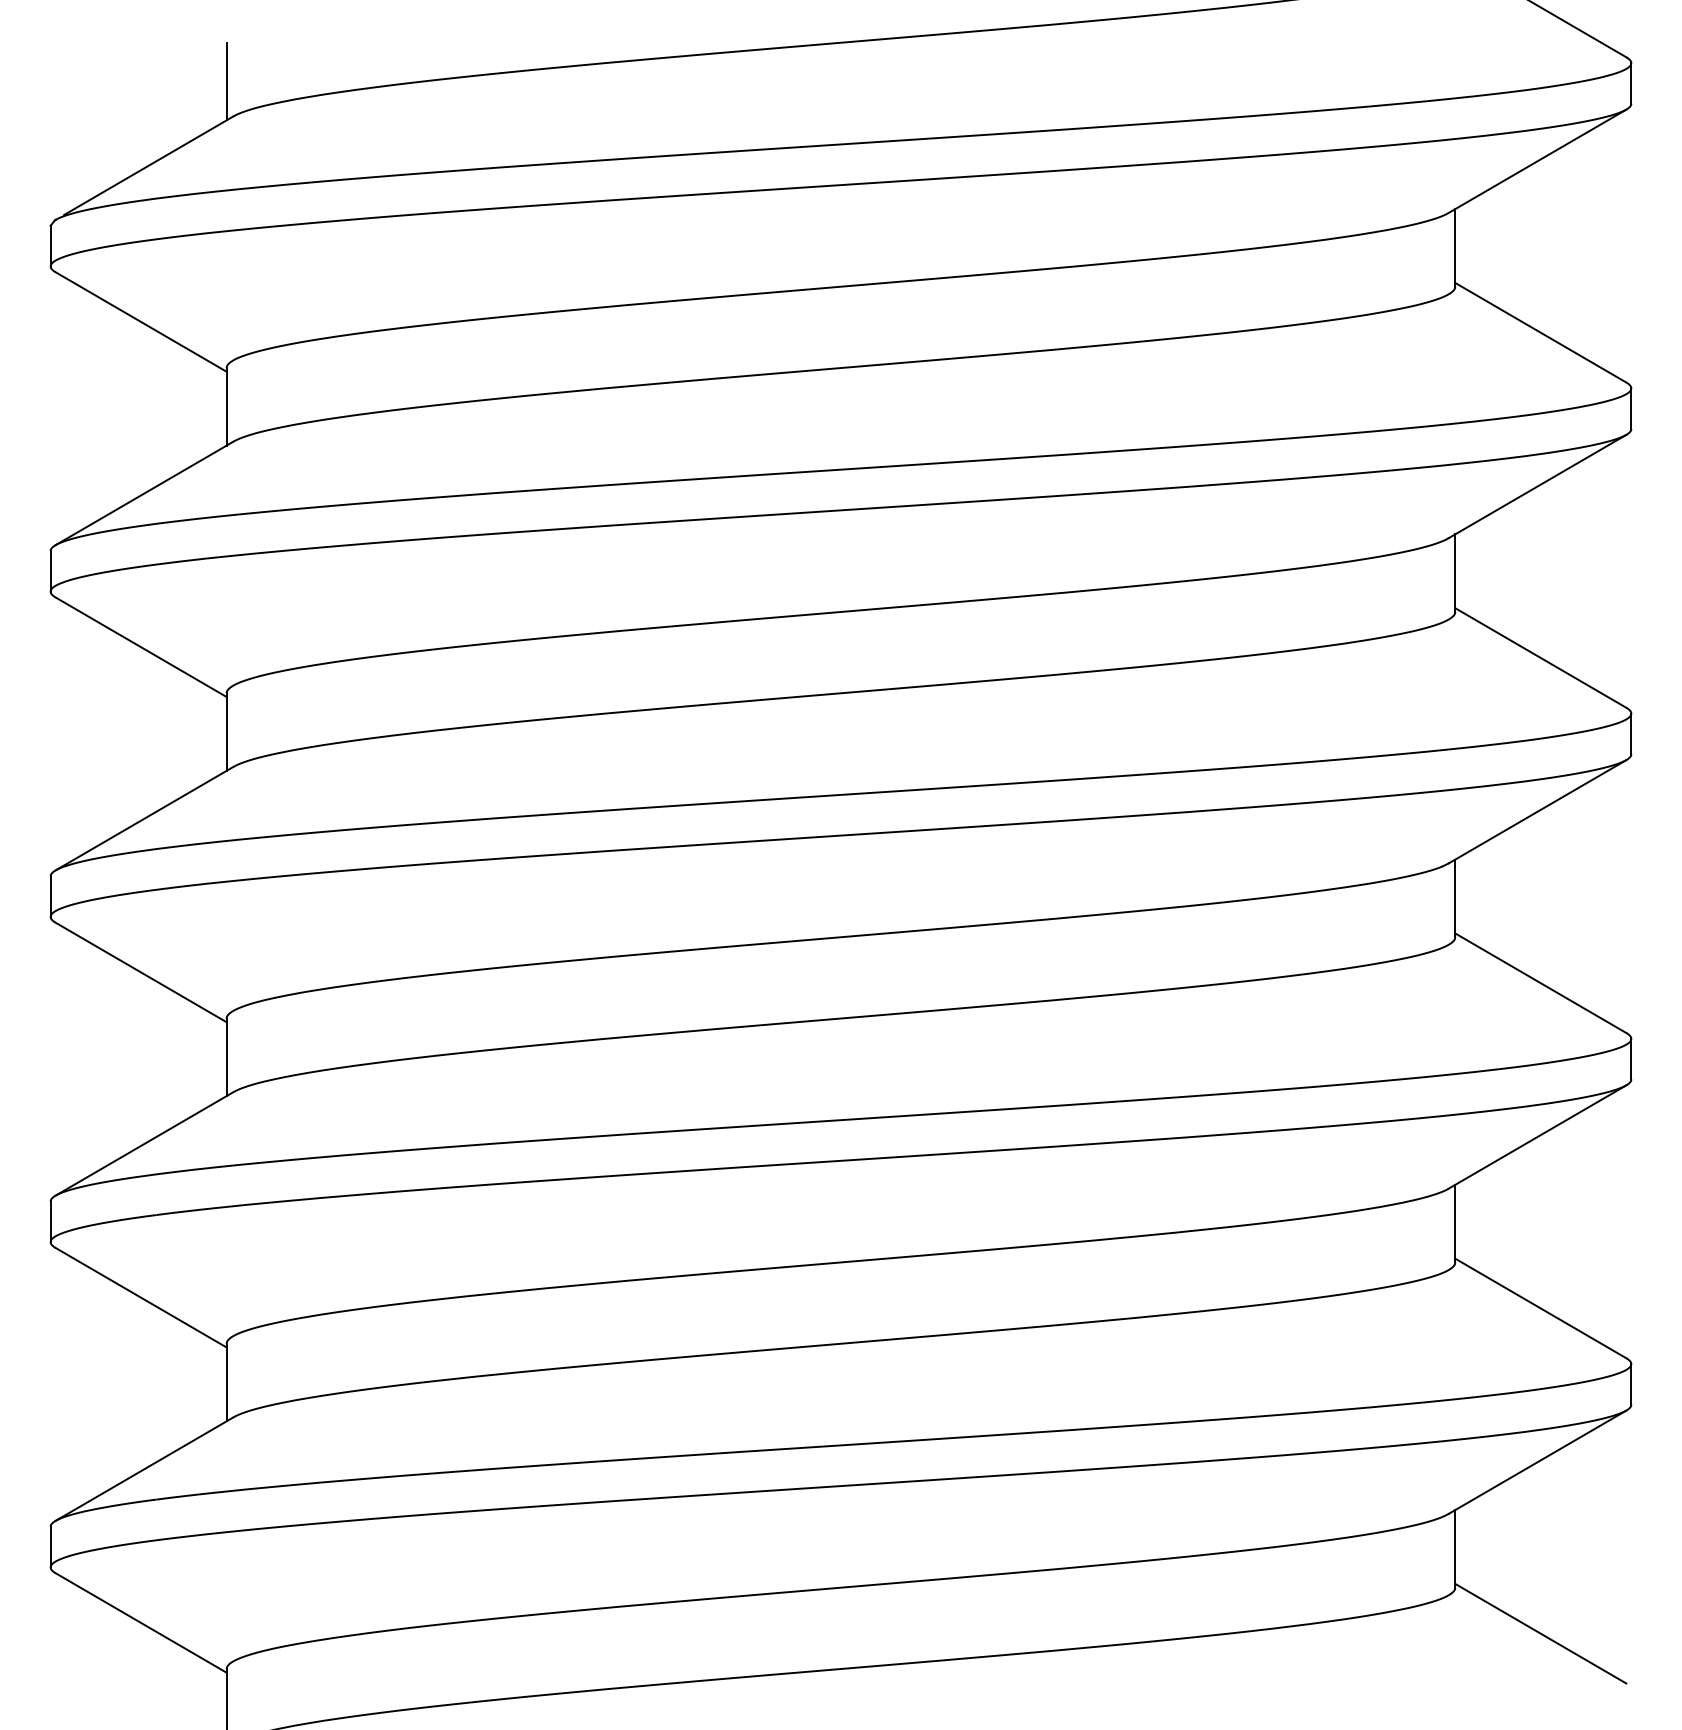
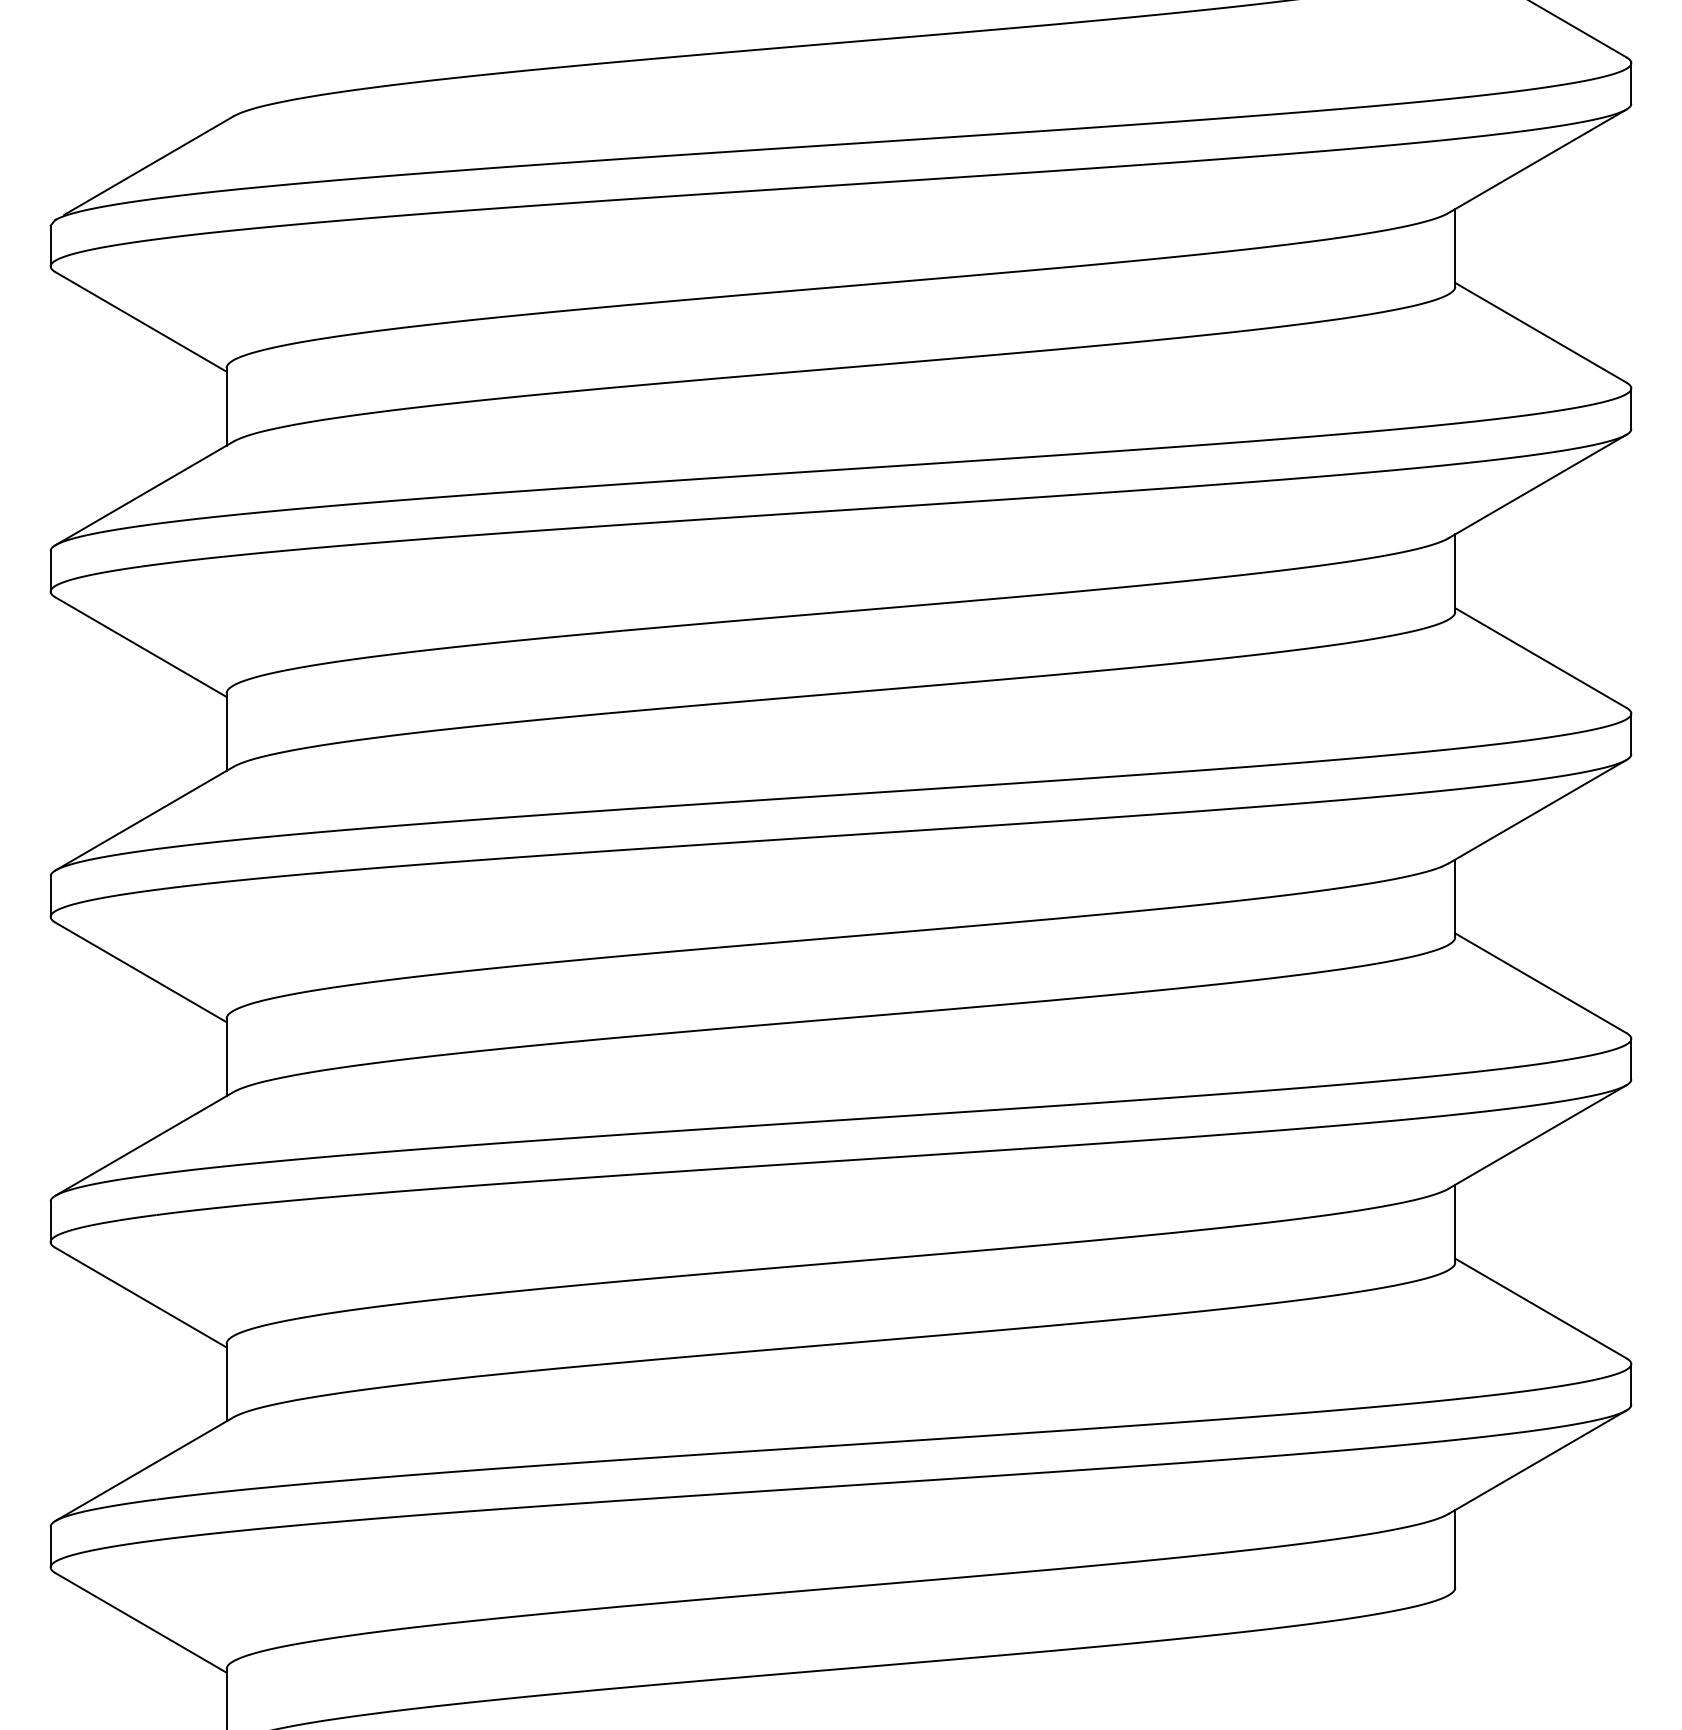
line at (226, 81): present -> none
line at (1540, 1633): present -> none
